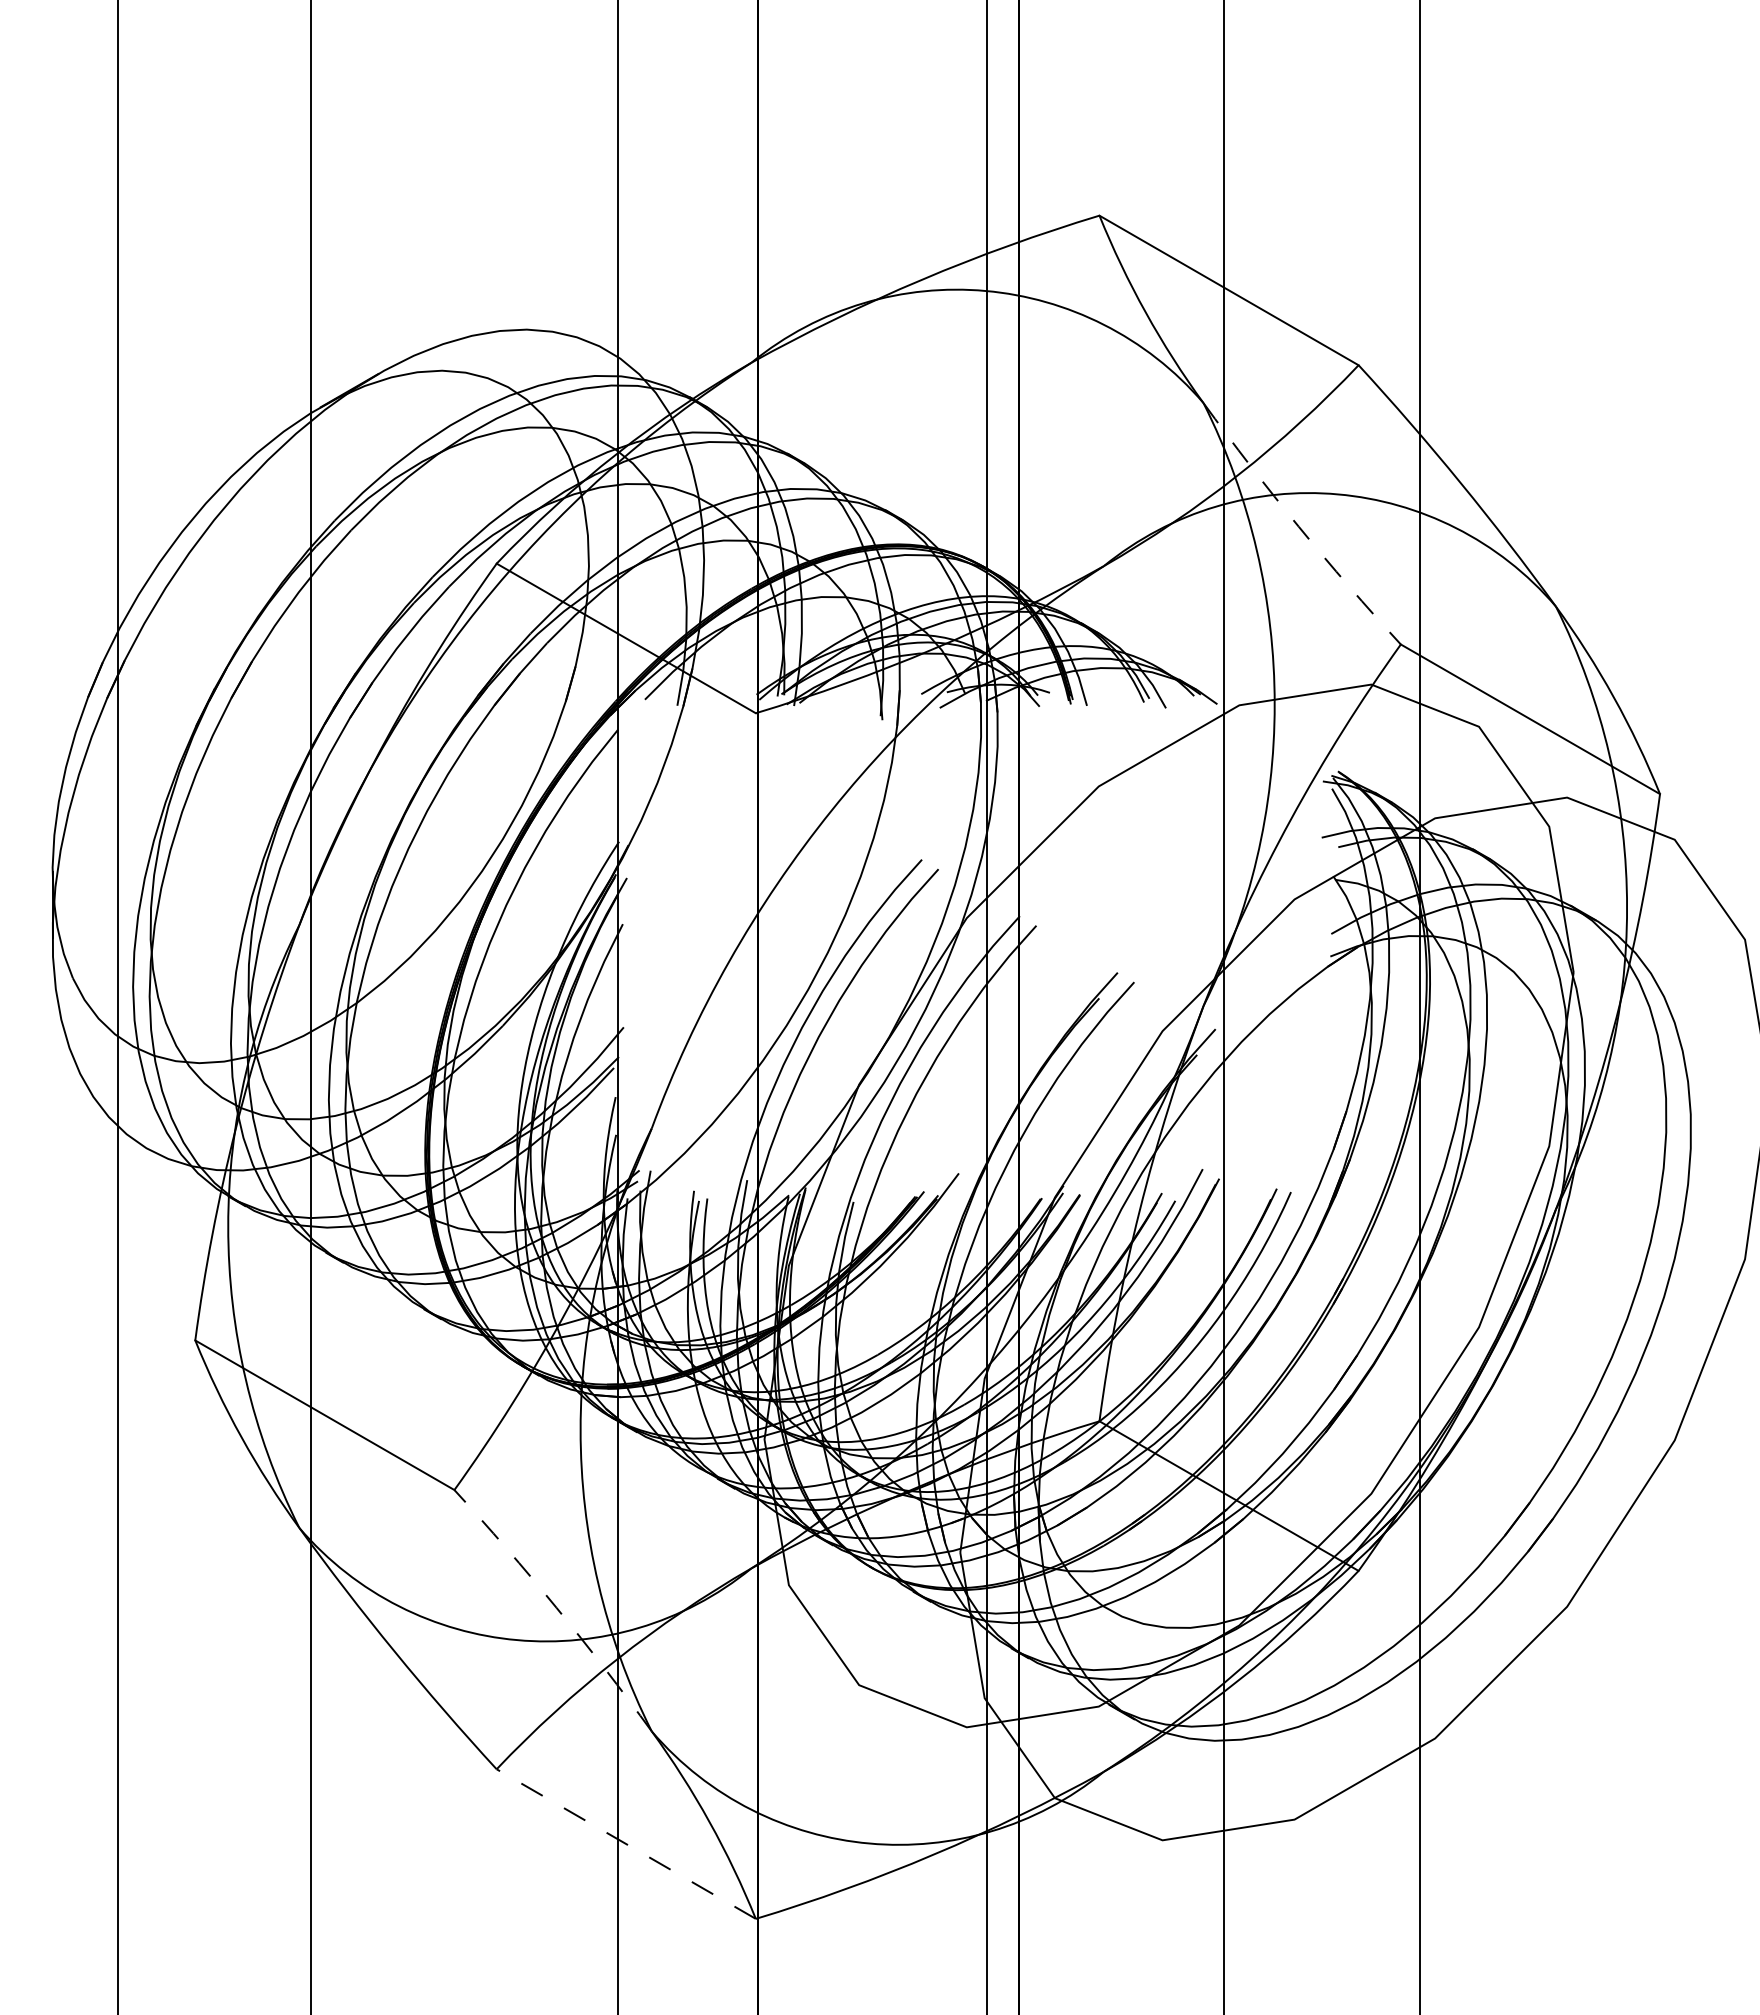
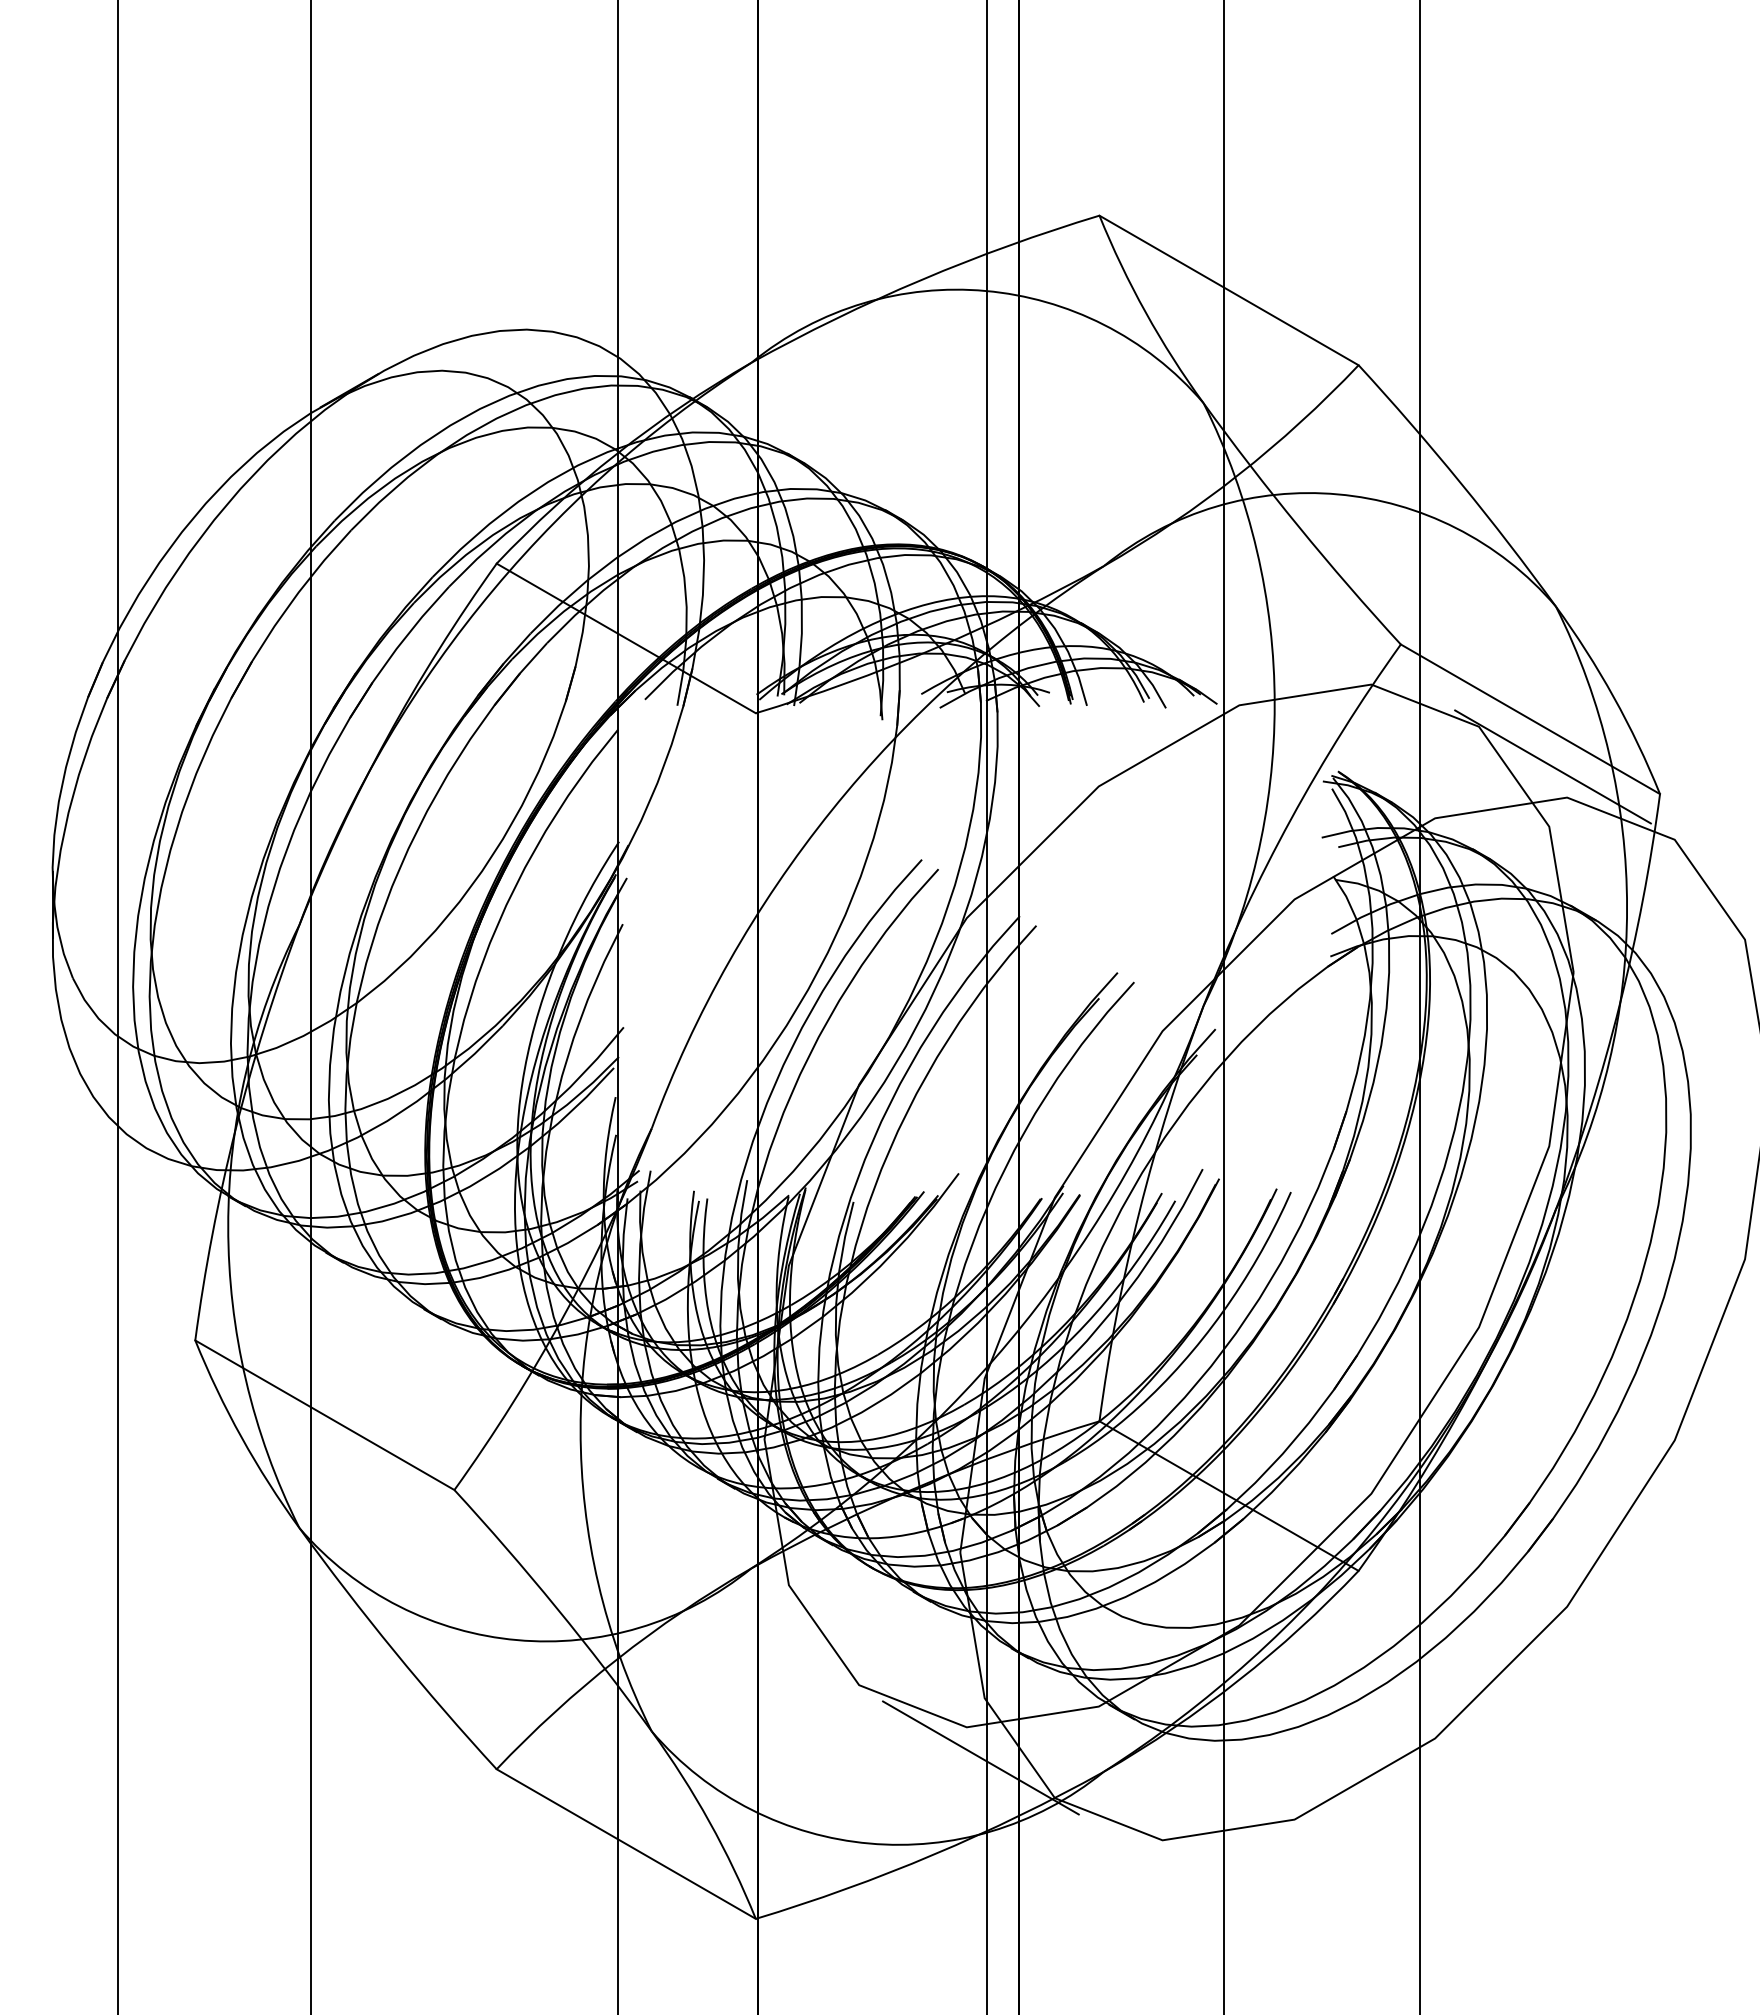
arc at (1298, 526): dashed -> solid
line at (1552, 766): none -> present
arc at (556, 1607): dashed -> solid
line at (980, 1757): none -> present
line at (626, 1844): dashed -> solid
